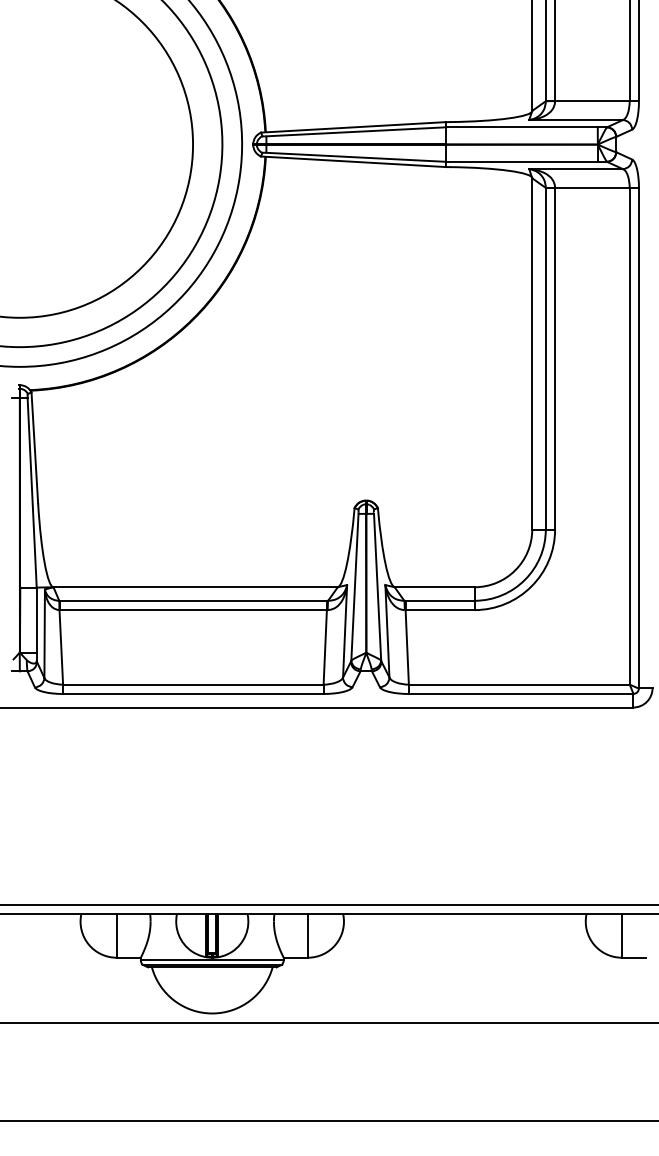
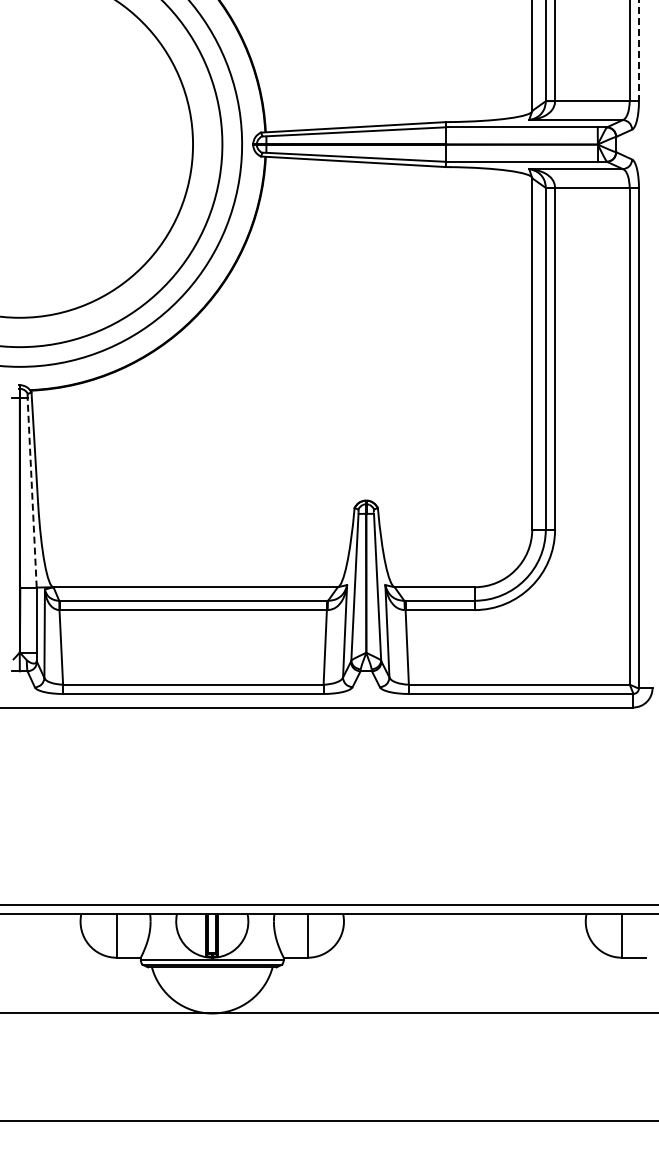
line at (638, 50): solid -> dashed
line at (32, 492): solid -> dashed
line at (328, 1022) position: (328, 1022) -> (328, 1012)
